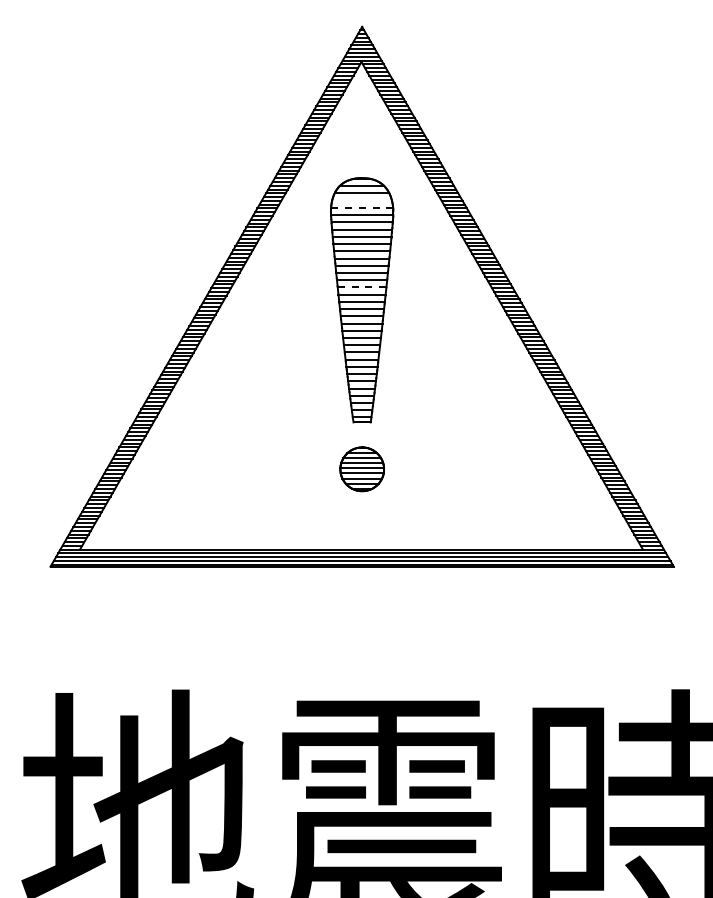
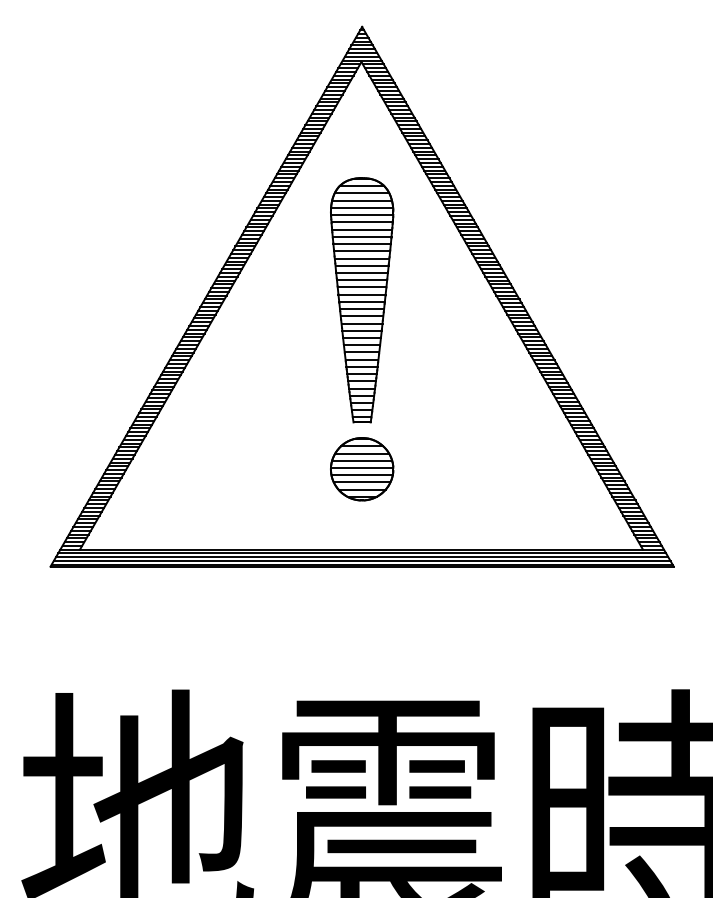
line at (362, 200): none -> present
line at (362, 207): dashed -> solid
line at (362, 287): dashed -> solid
part at (361, 469) size: 46x47 px -> 65x65 px
